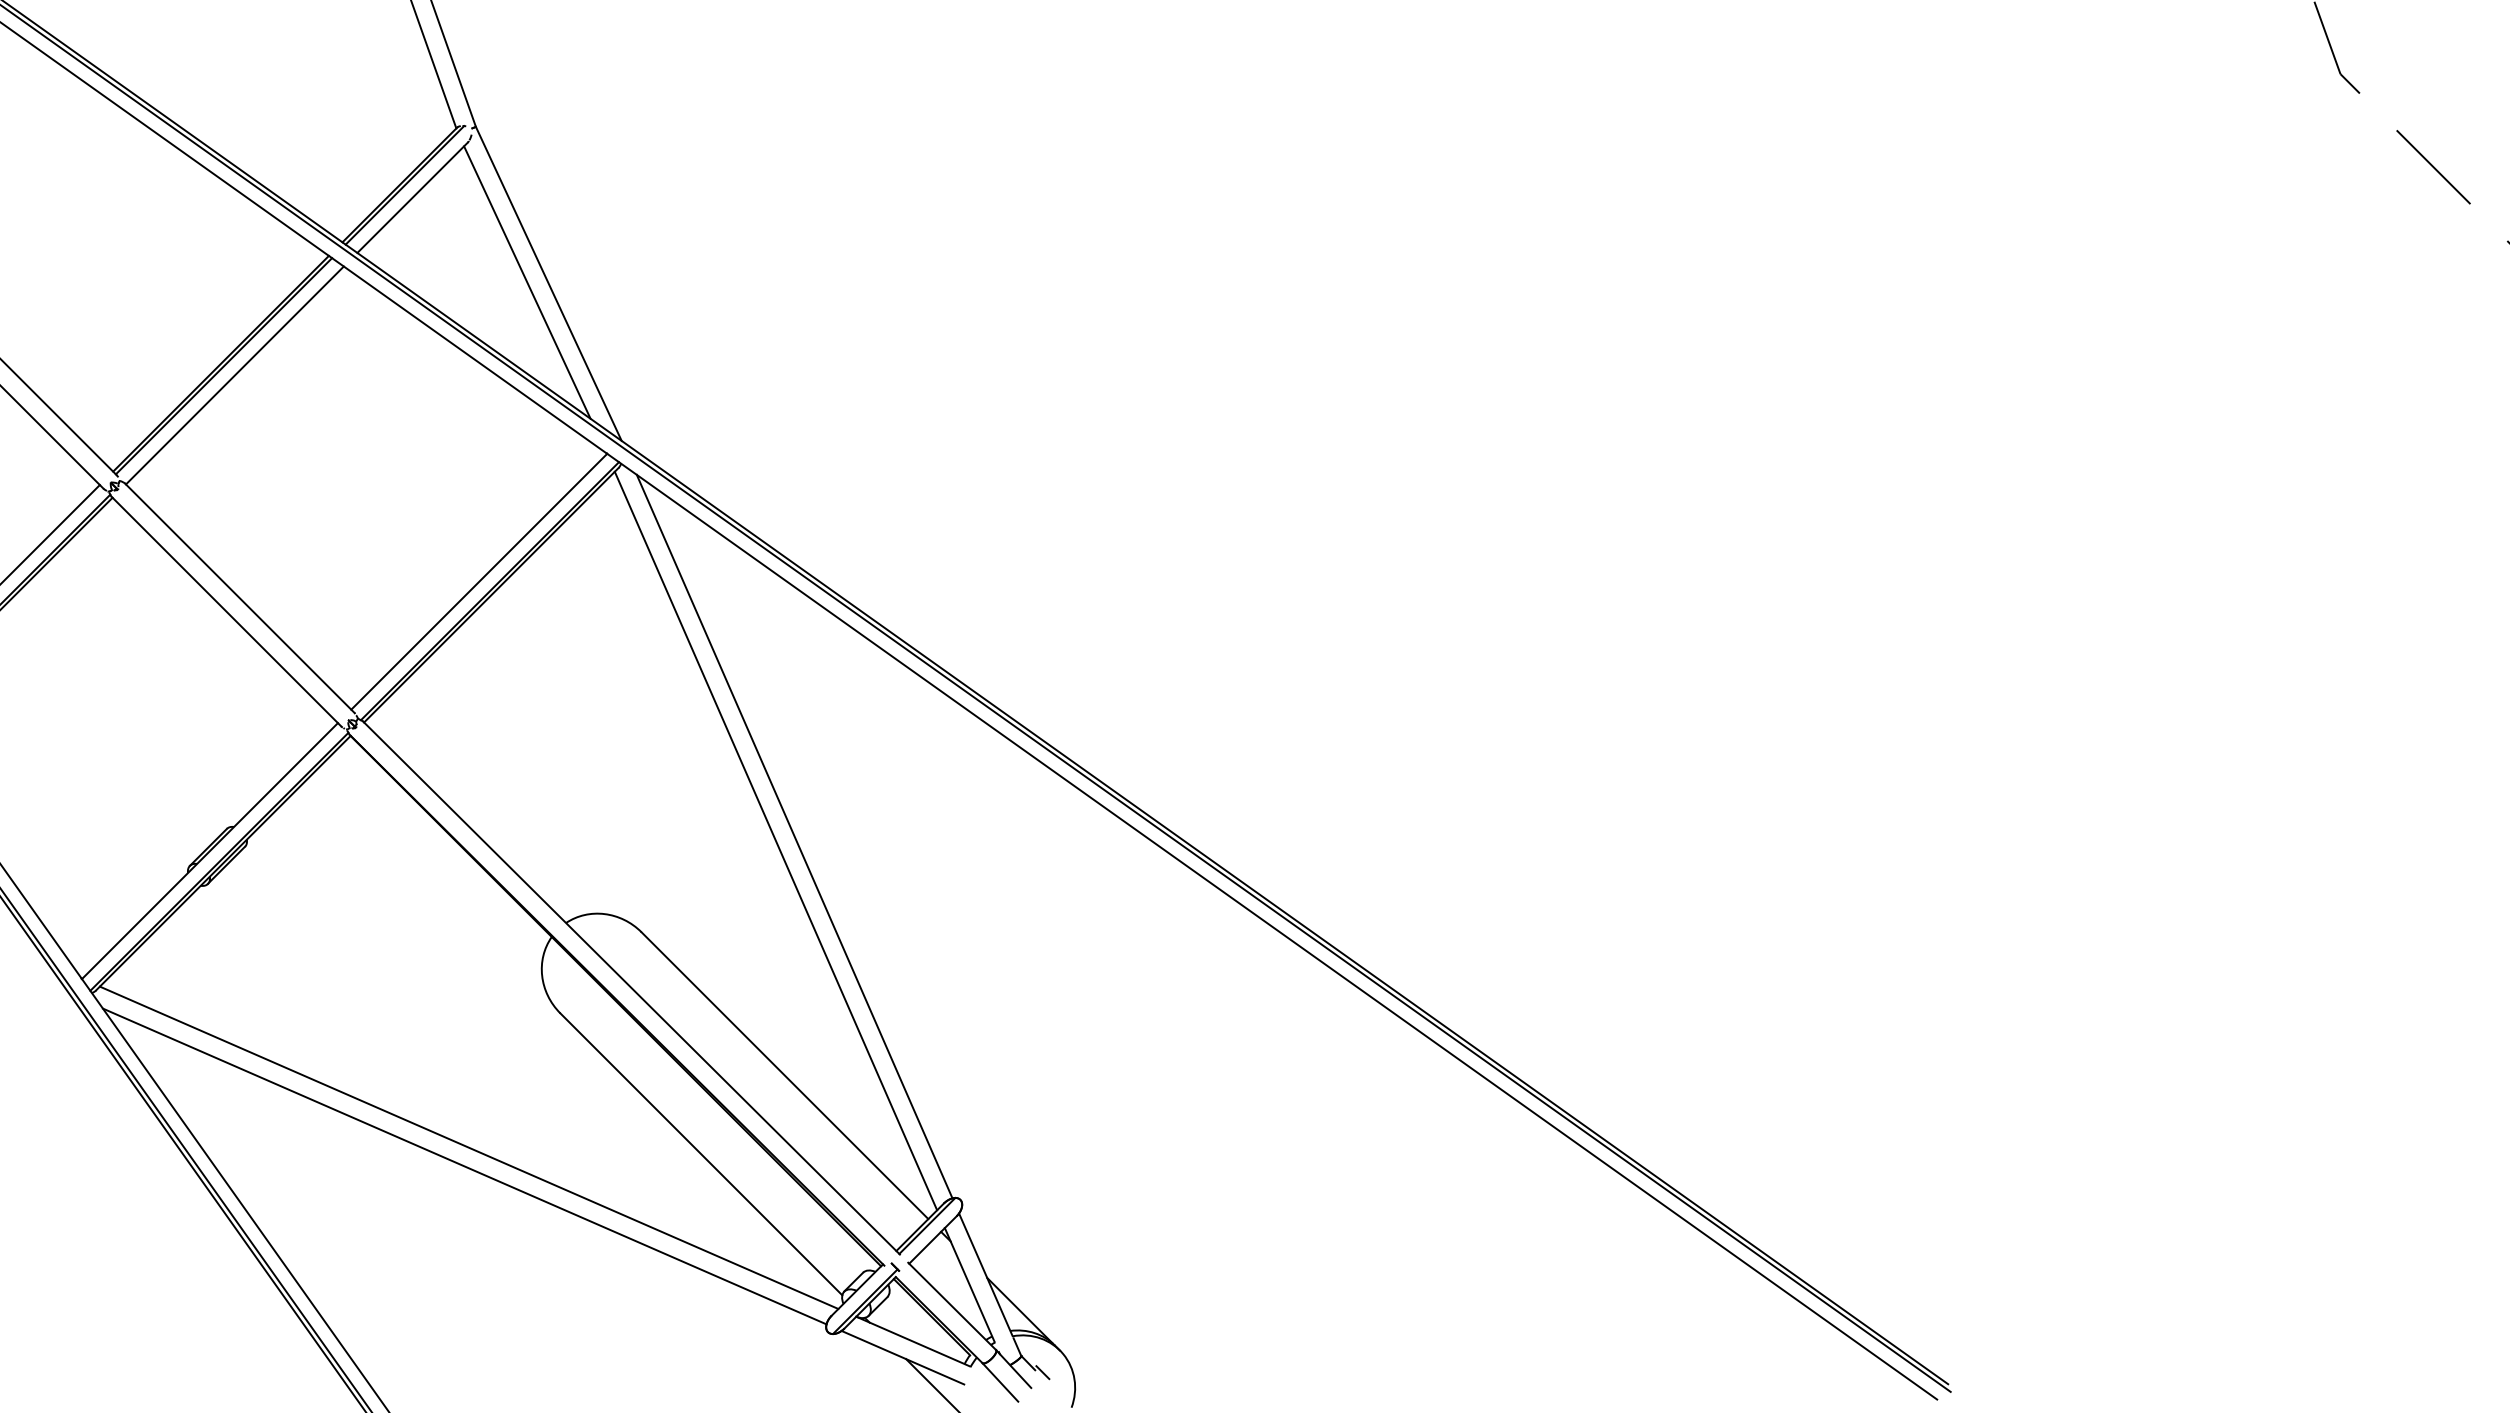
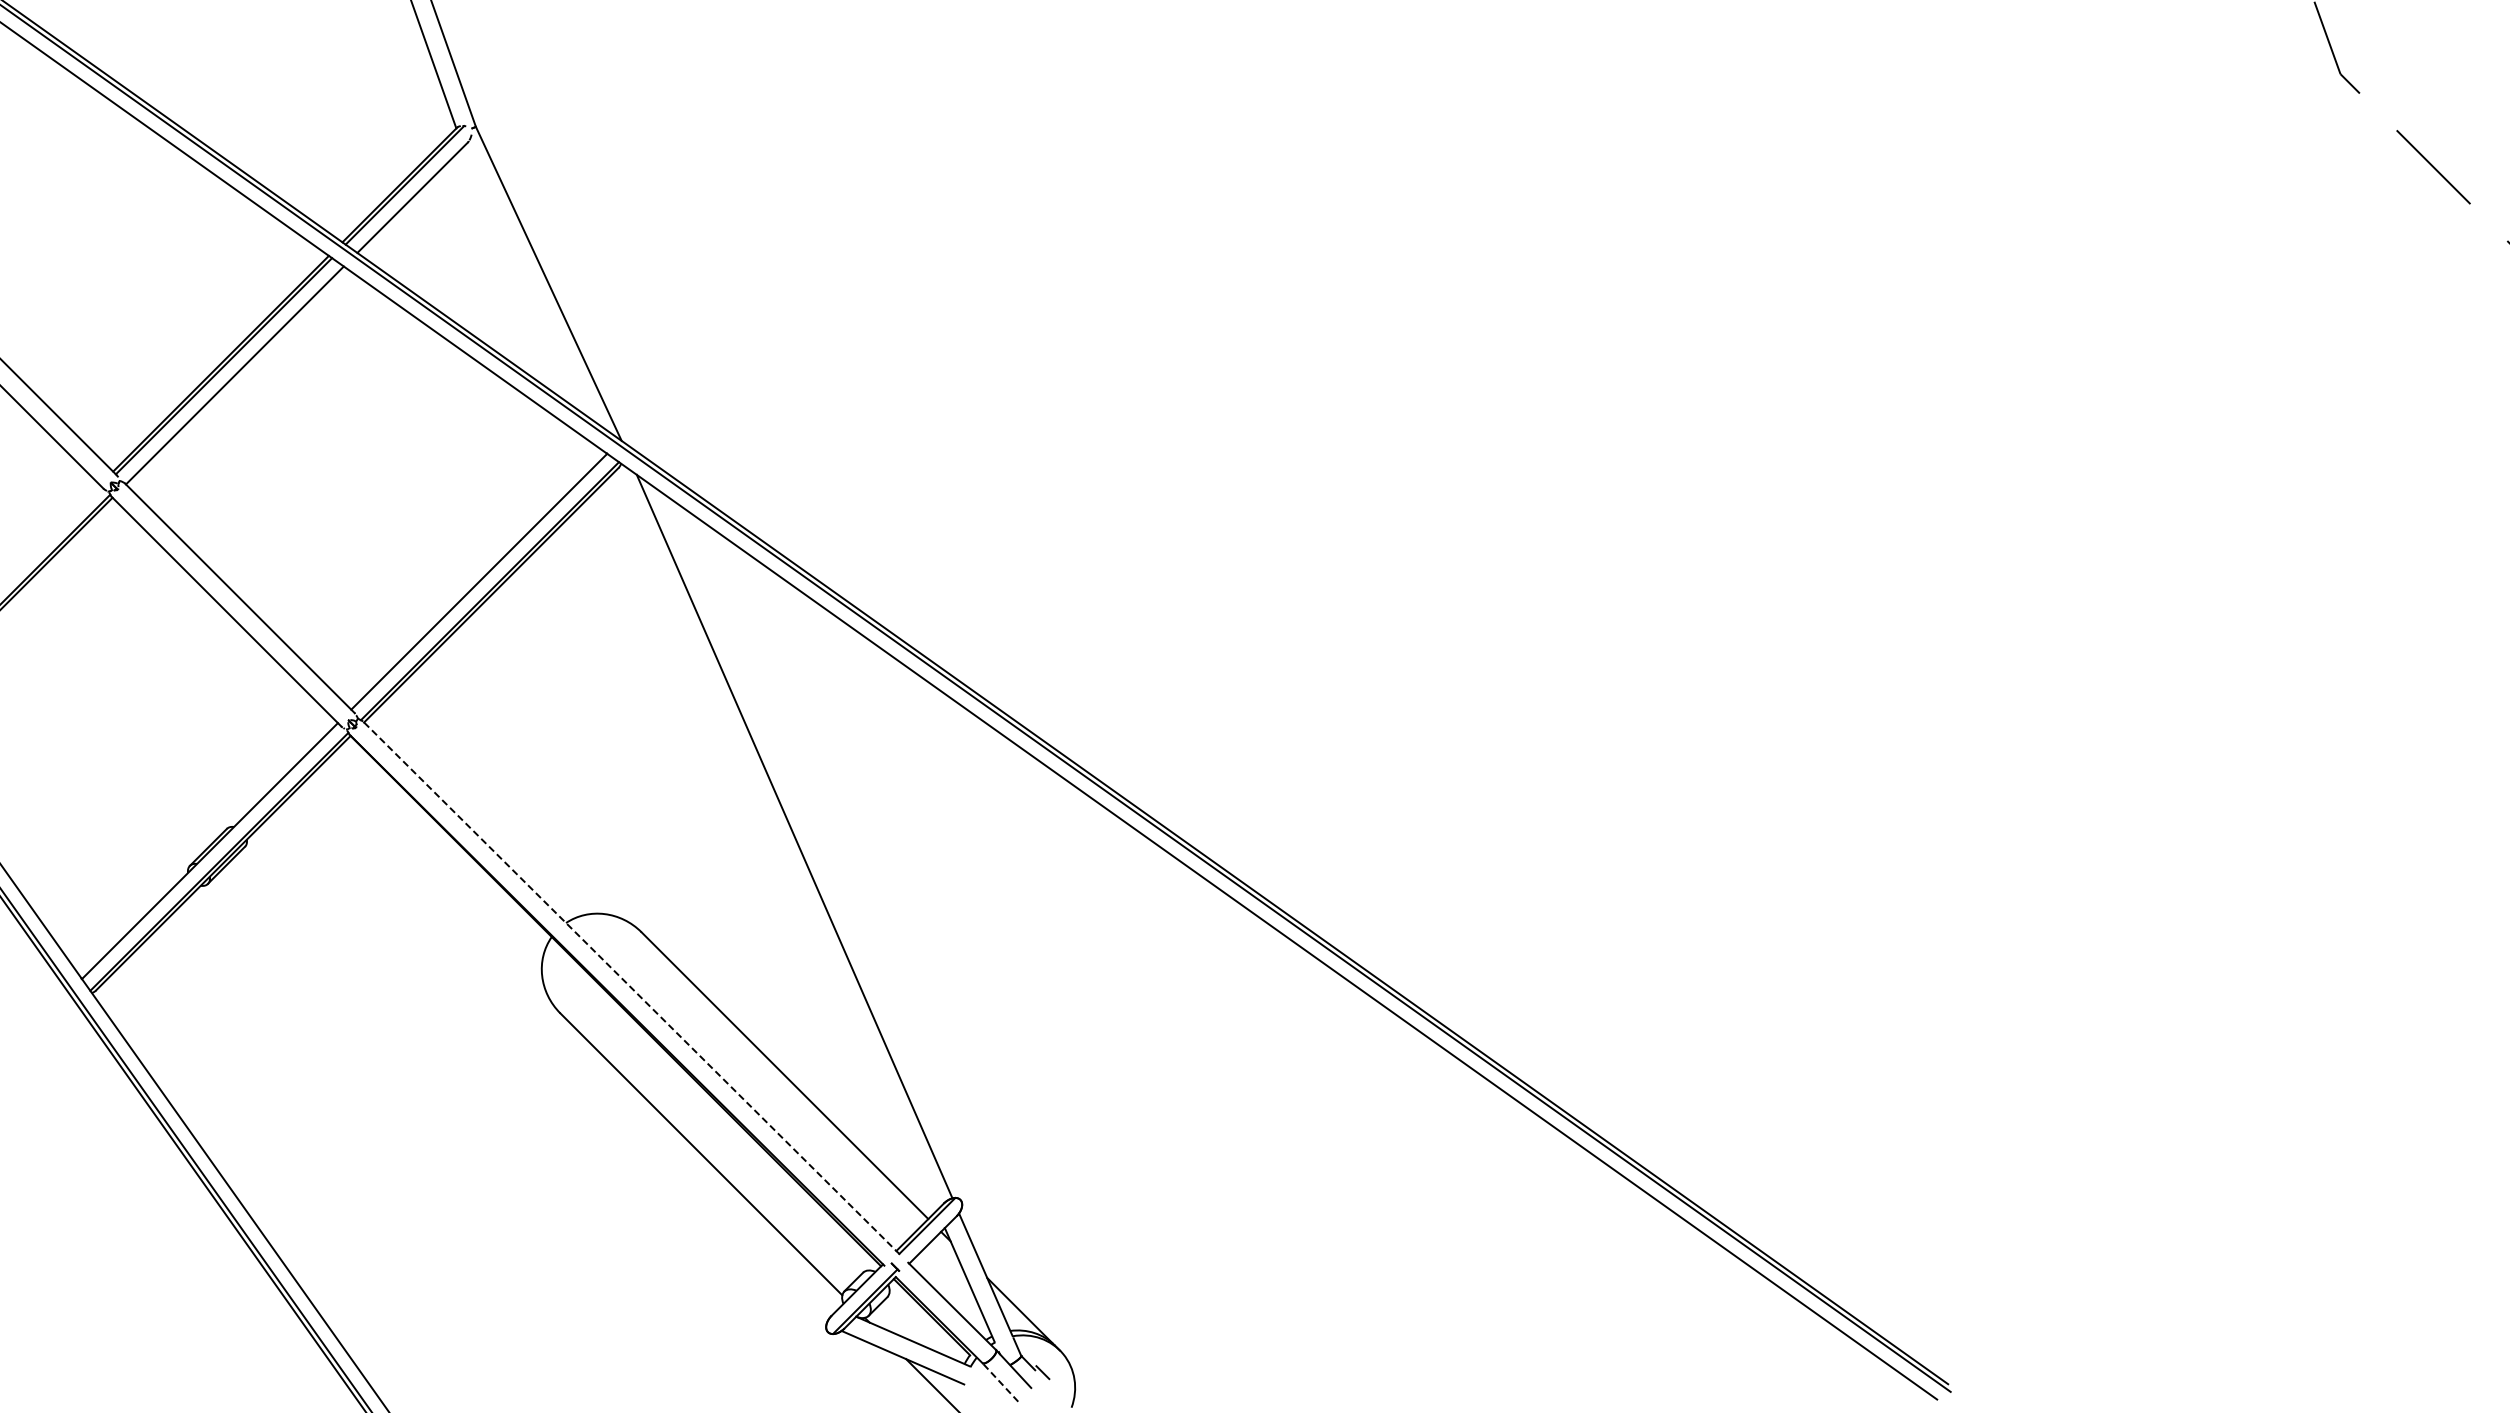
line at (527, 282): present -> none
line at (50, 533): present -> none
line at (775, 840): present -> none
line at (631, 987): solid -> dashed
line at (468, 1147): present -> none
line at (464, 1166): present -> none
line at (1000, 1382): solid -> dashed
